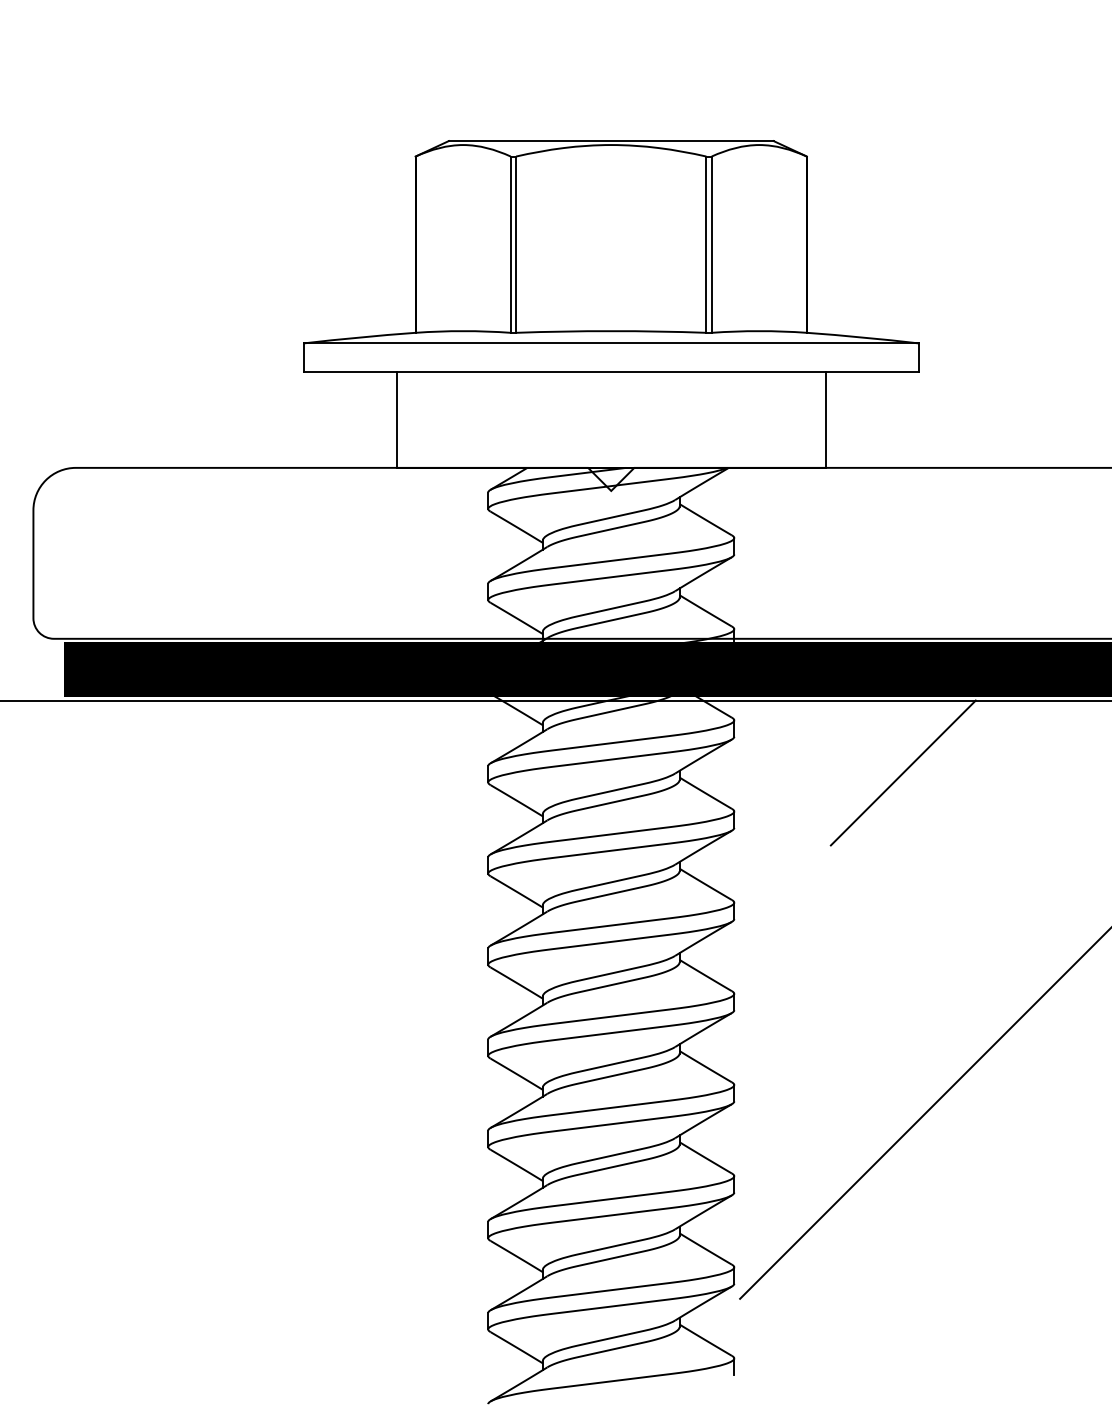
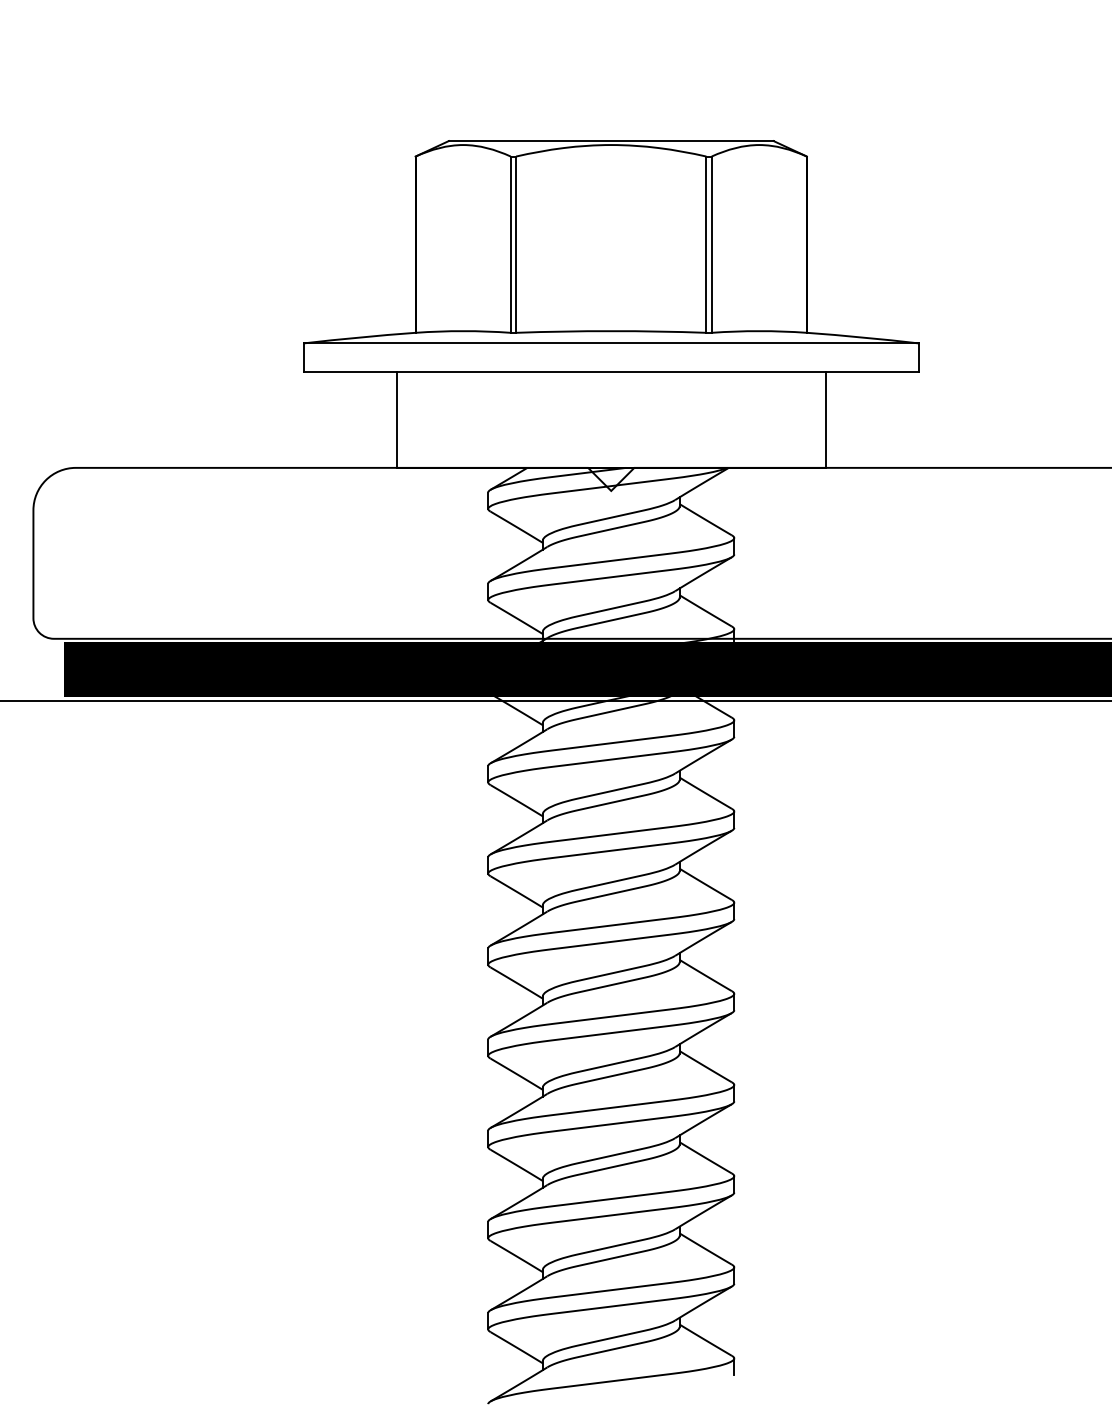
line at (902, 772): present -> none
line at (924, 1114): present -> none
